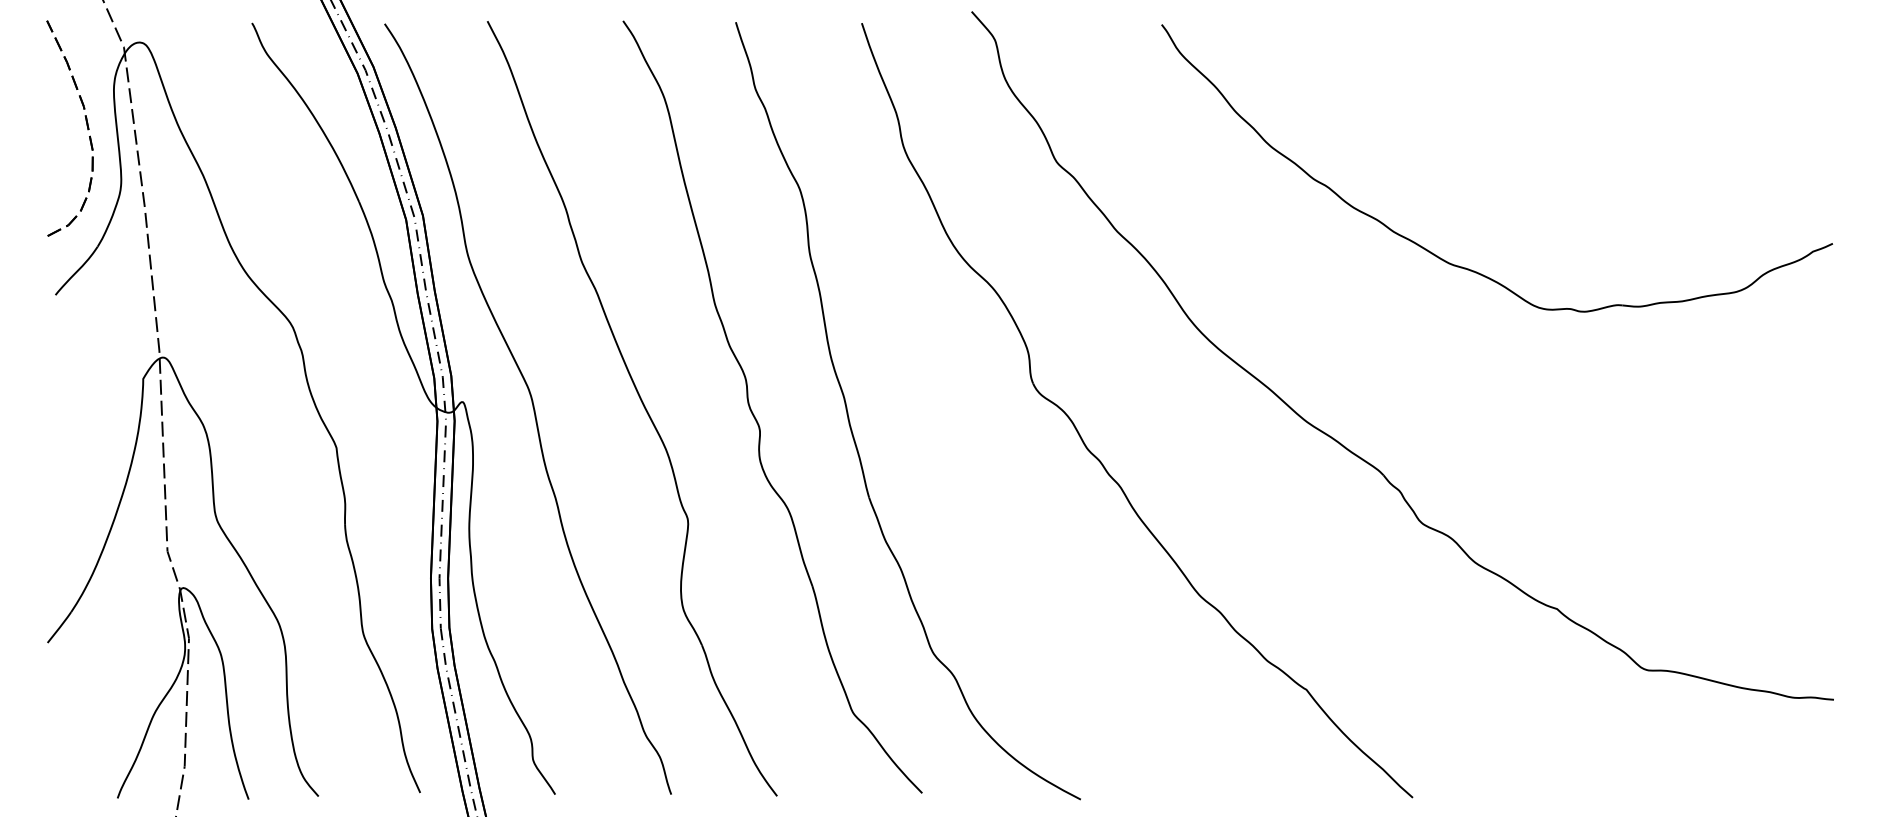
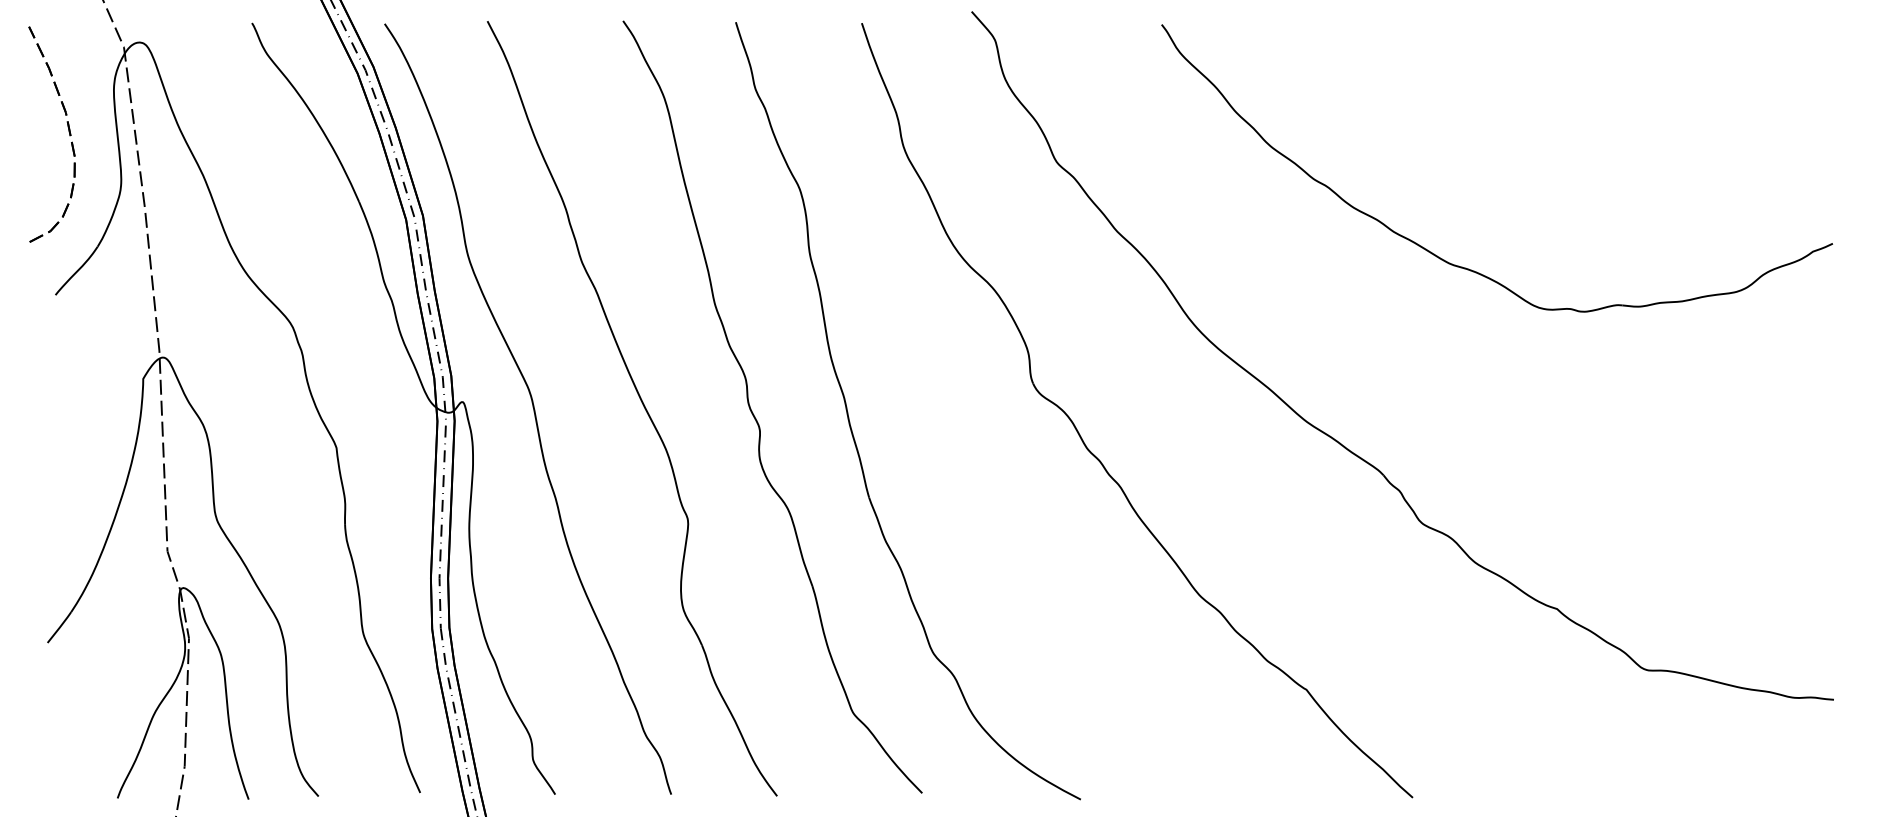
part at (86, 126) position: (86, 126) -> (68, 132)
